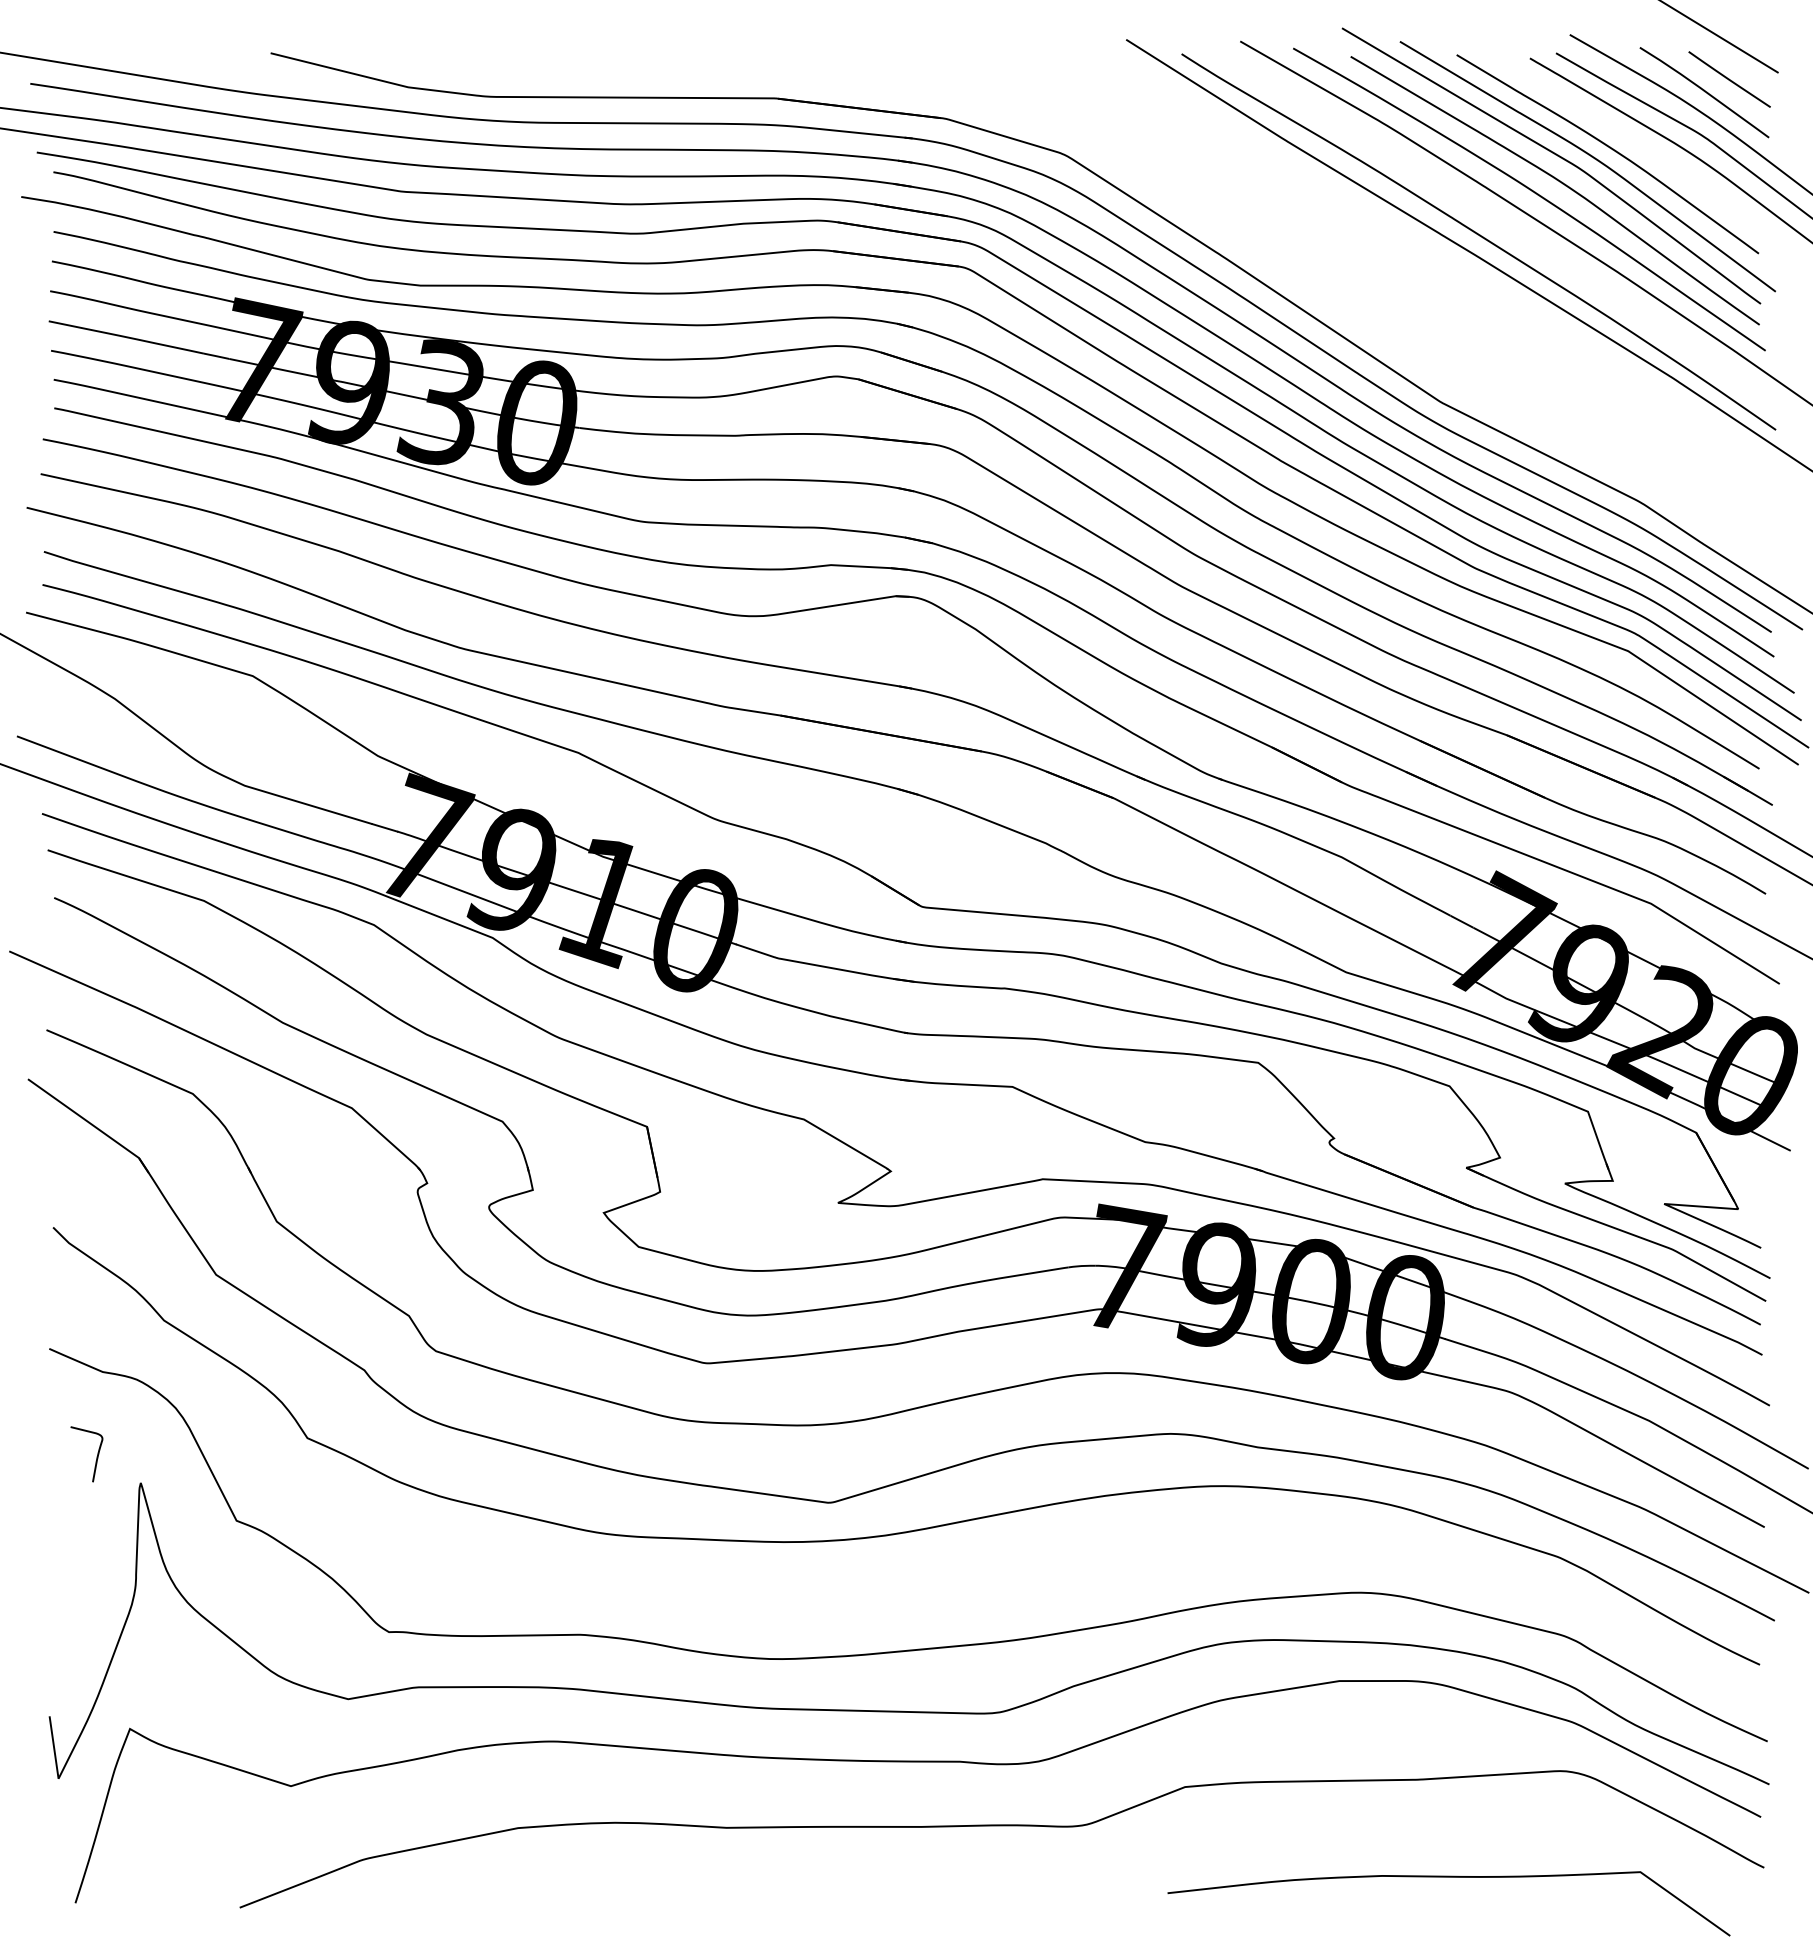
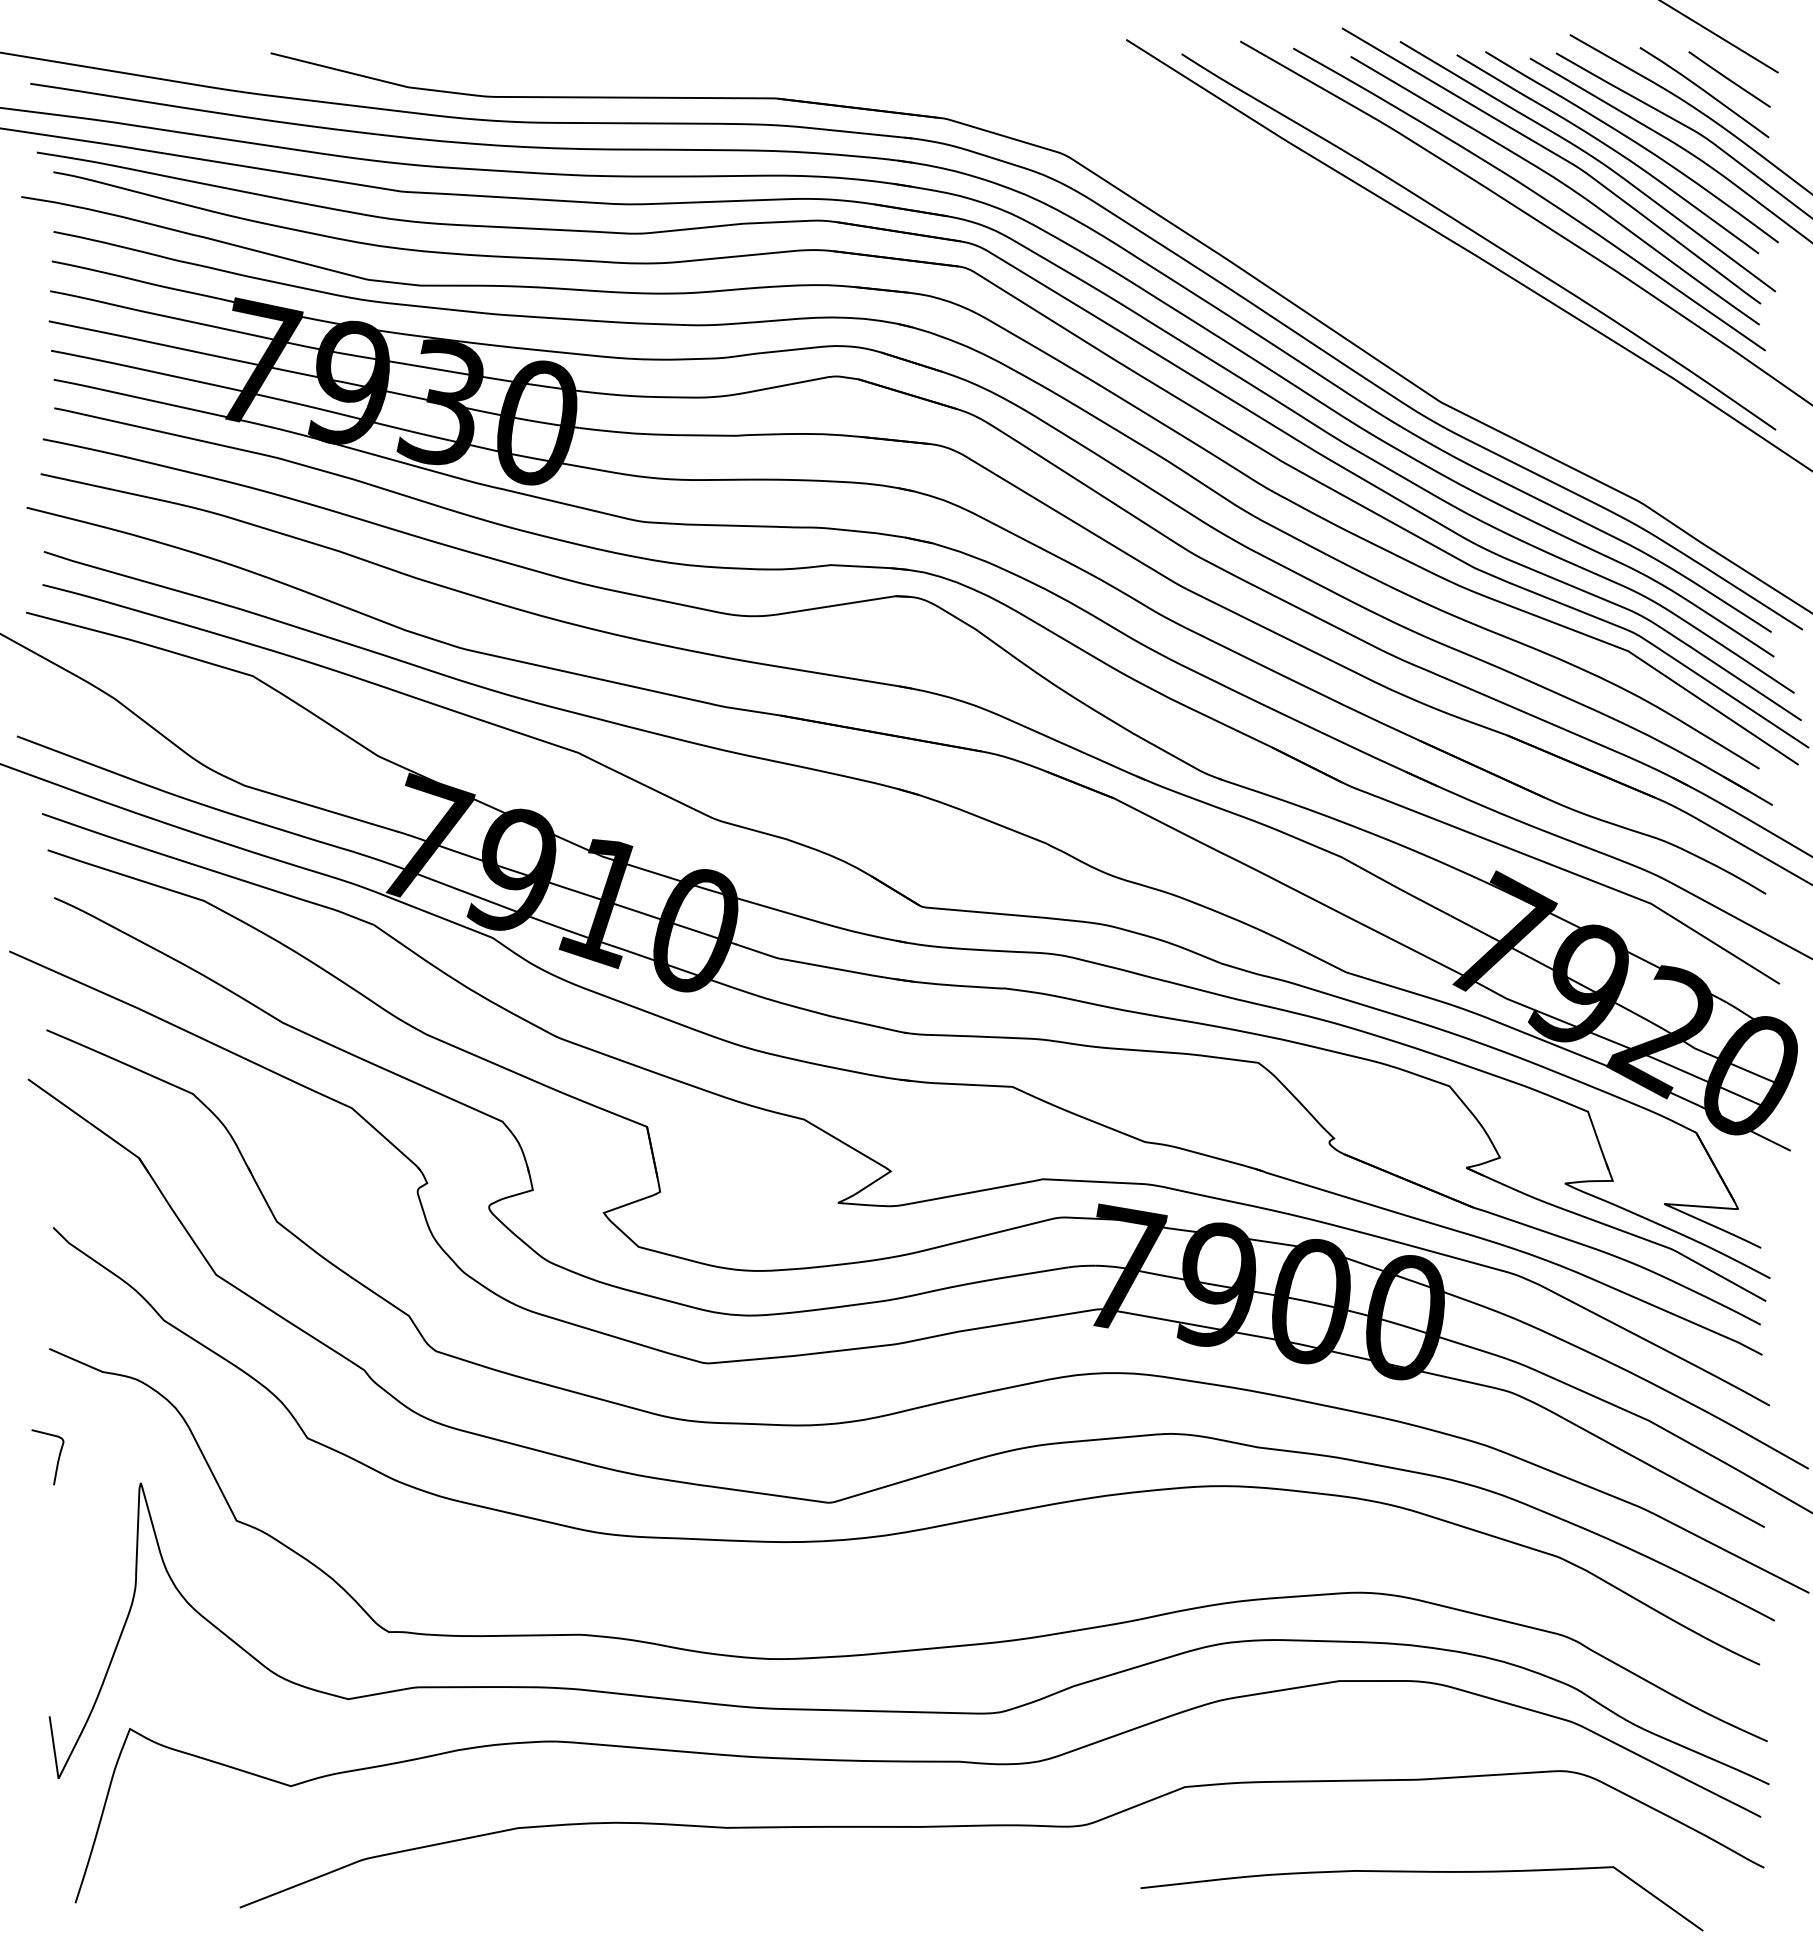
curve at (1633, 142): none -> present
curve at (96, 1456) position: (96, 1456) -> (57, 1459)
curve at (1448, 1877) position: (1448, 1877) -> (1421, 1872)
